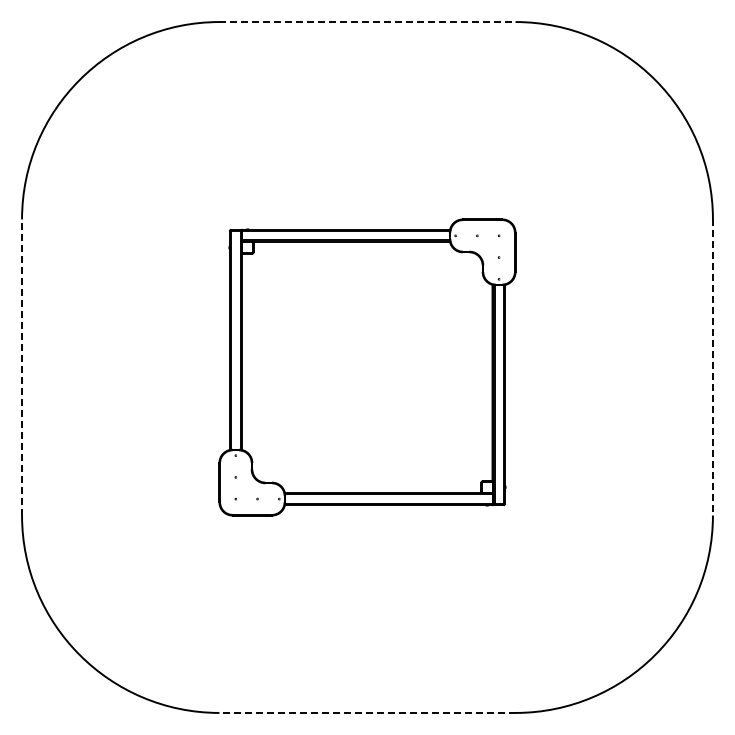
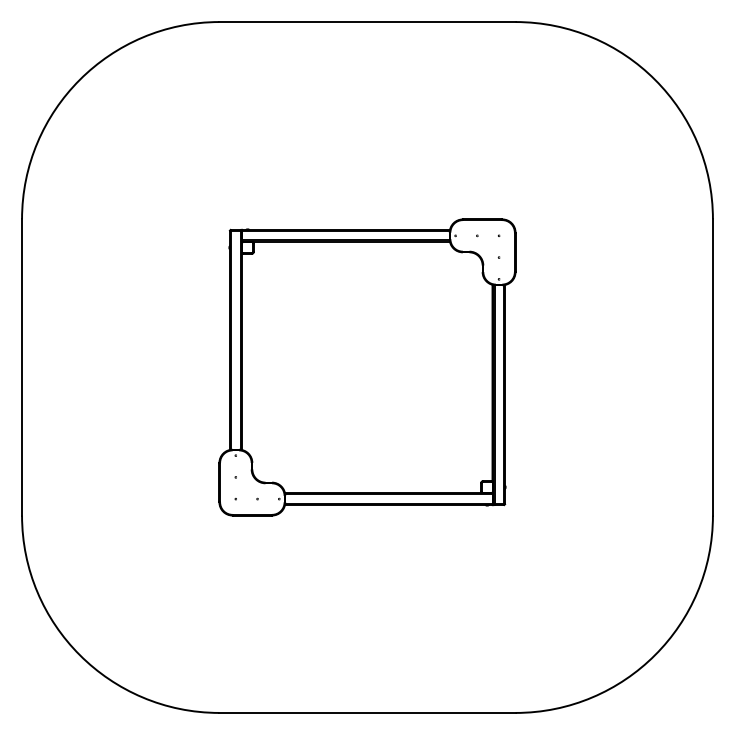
line at (367, 22): dashed -> solid
line at (22, 367): dashed -> solid
line at (712, 367): dashed -> solid
line at (367, 712): dashed -> solid
